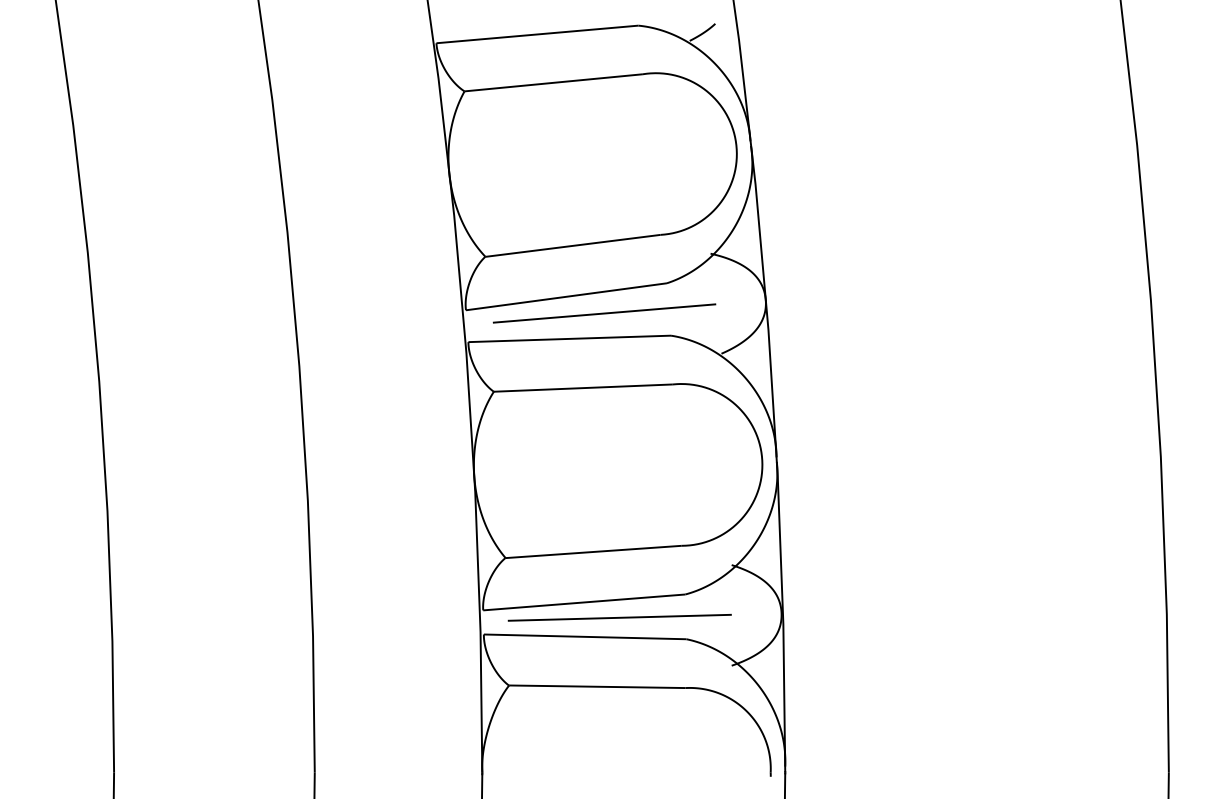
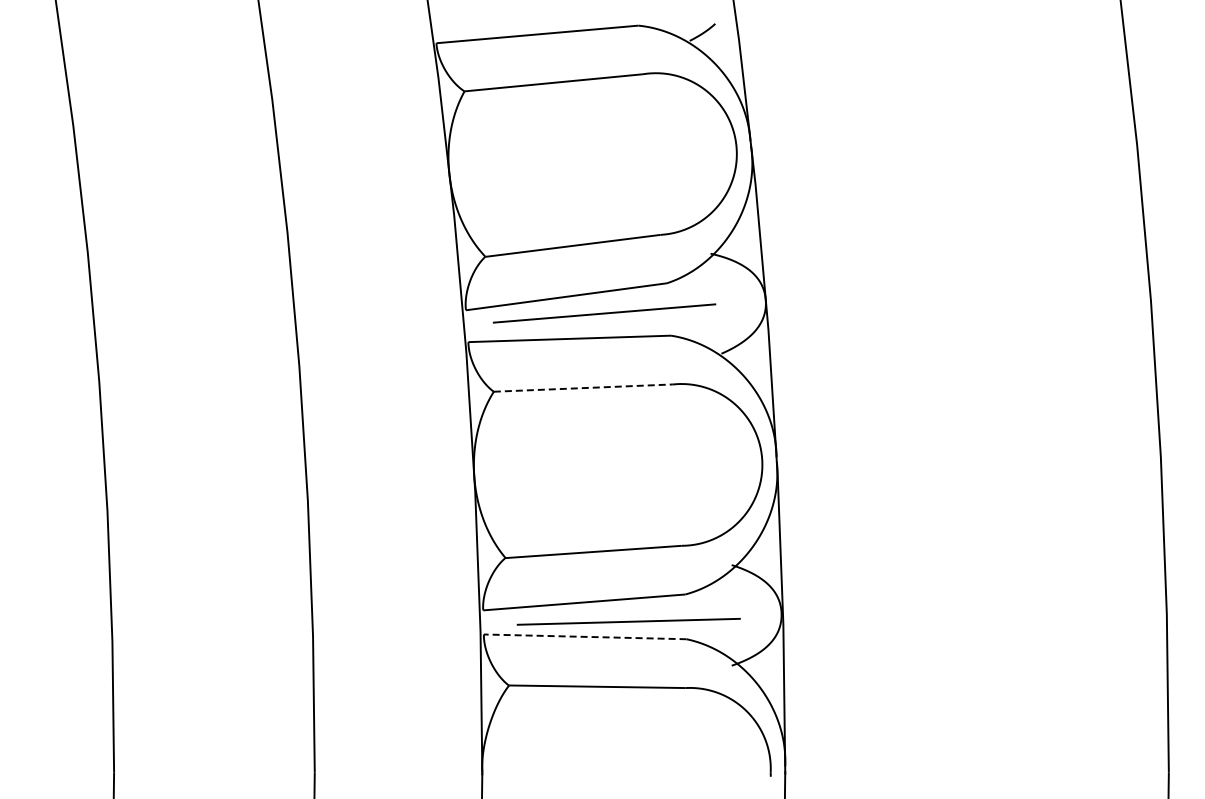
line at (583, 388): solid -> dashed
line at (619, 617) position: (619, 617) -> (628, 621)
line at (584, 636): solid -> dashed
